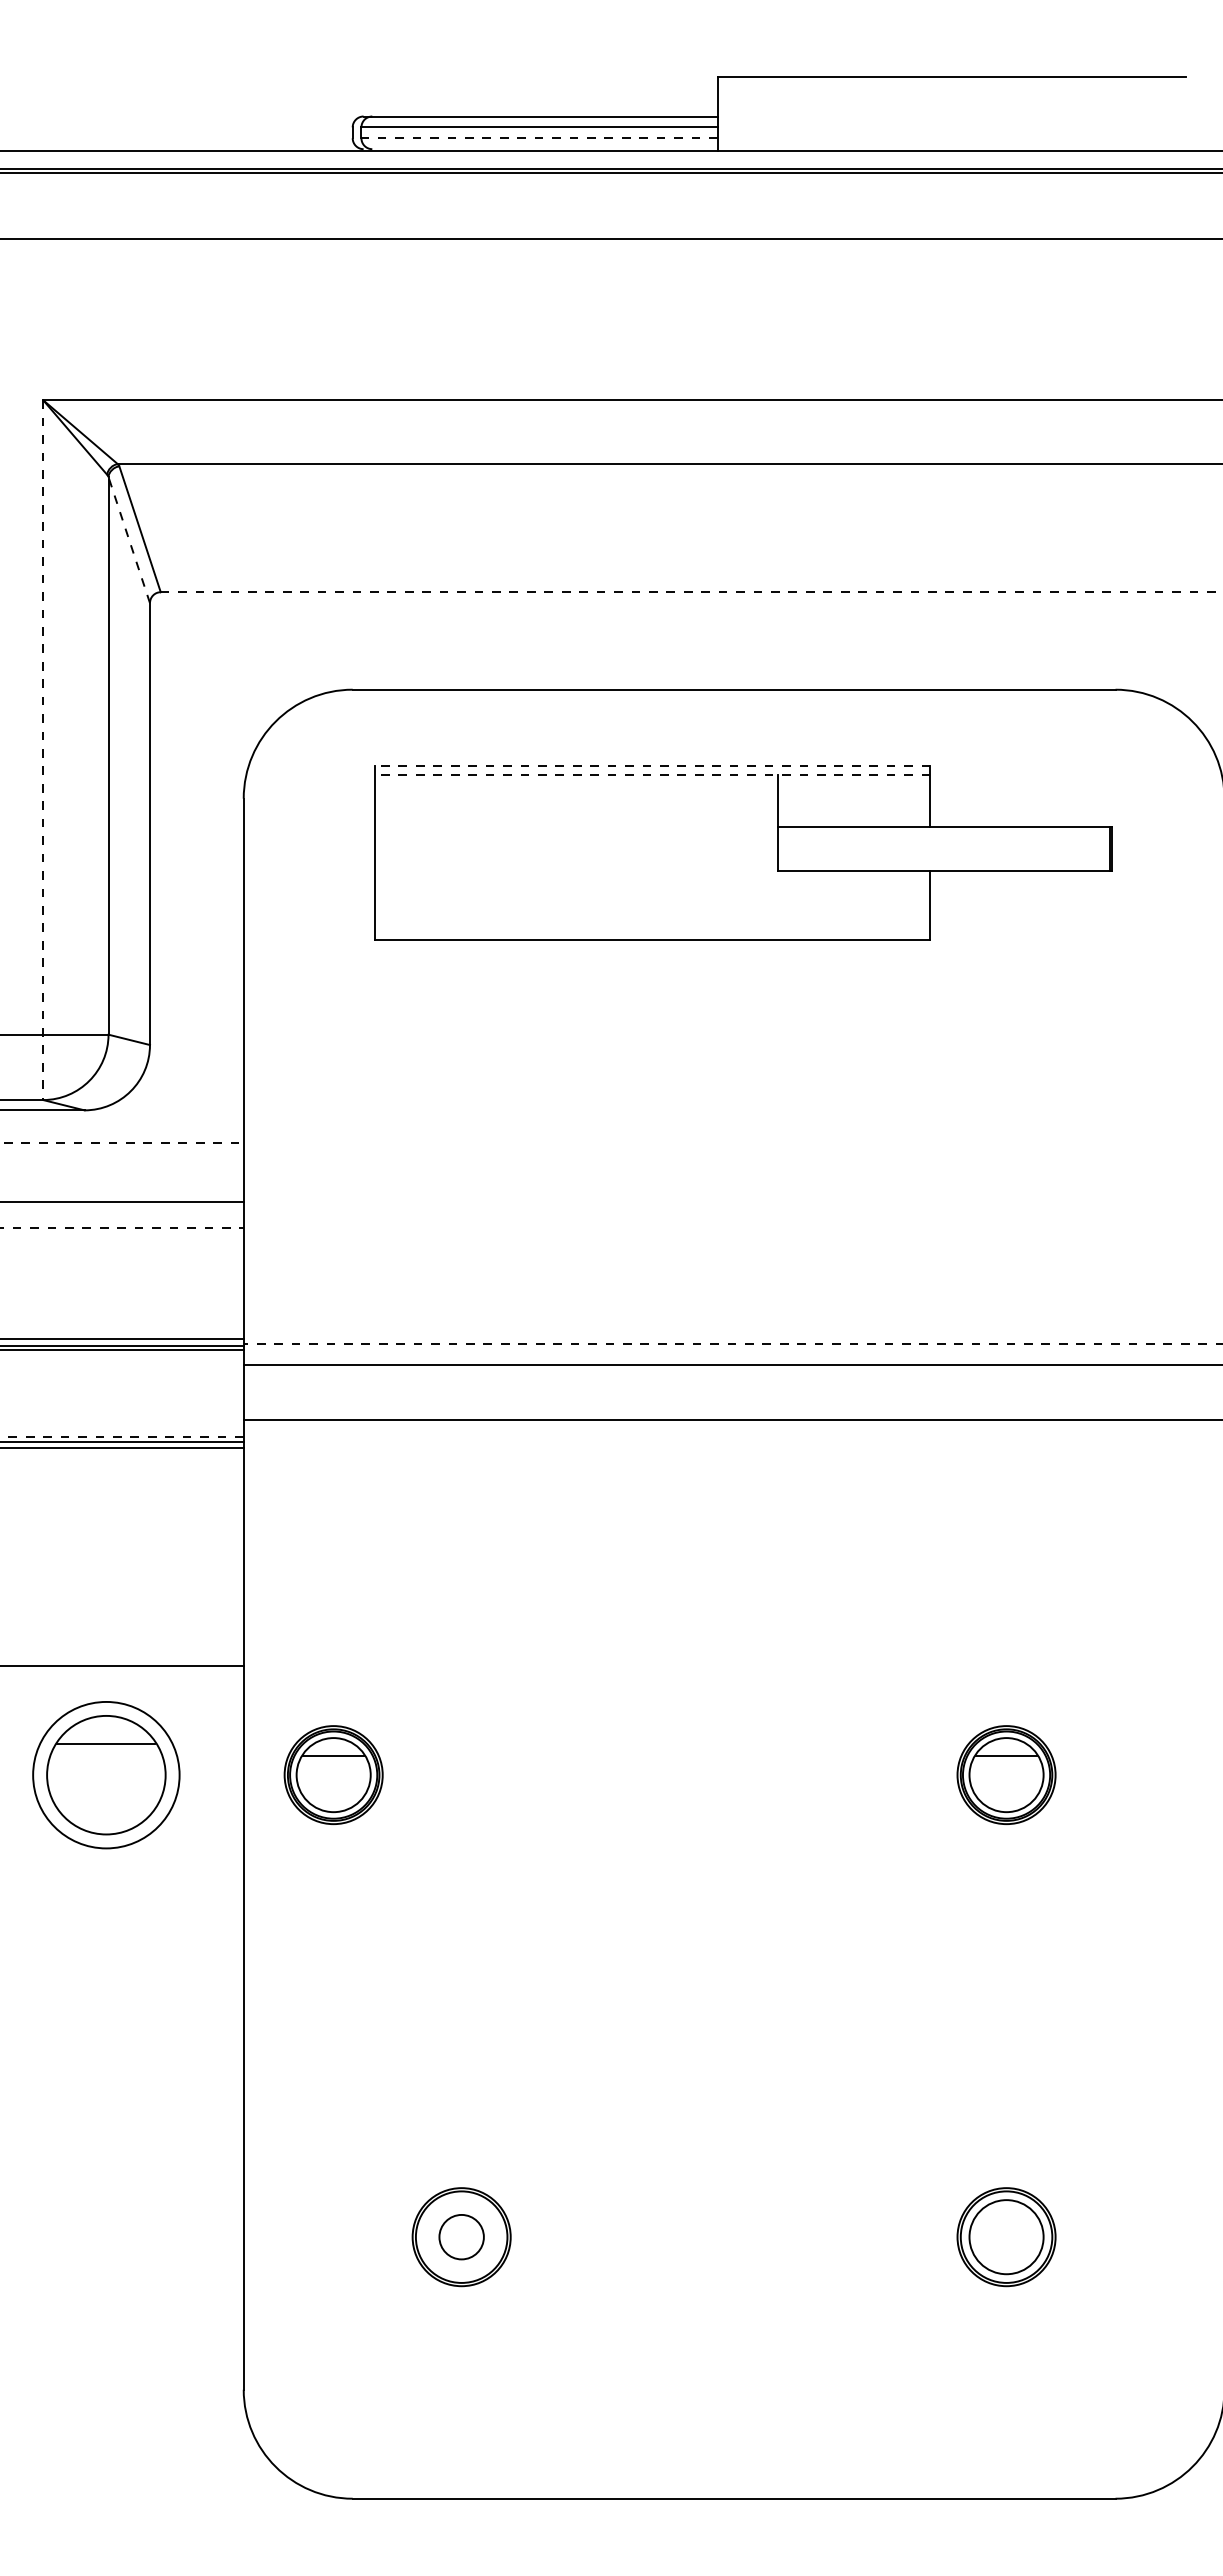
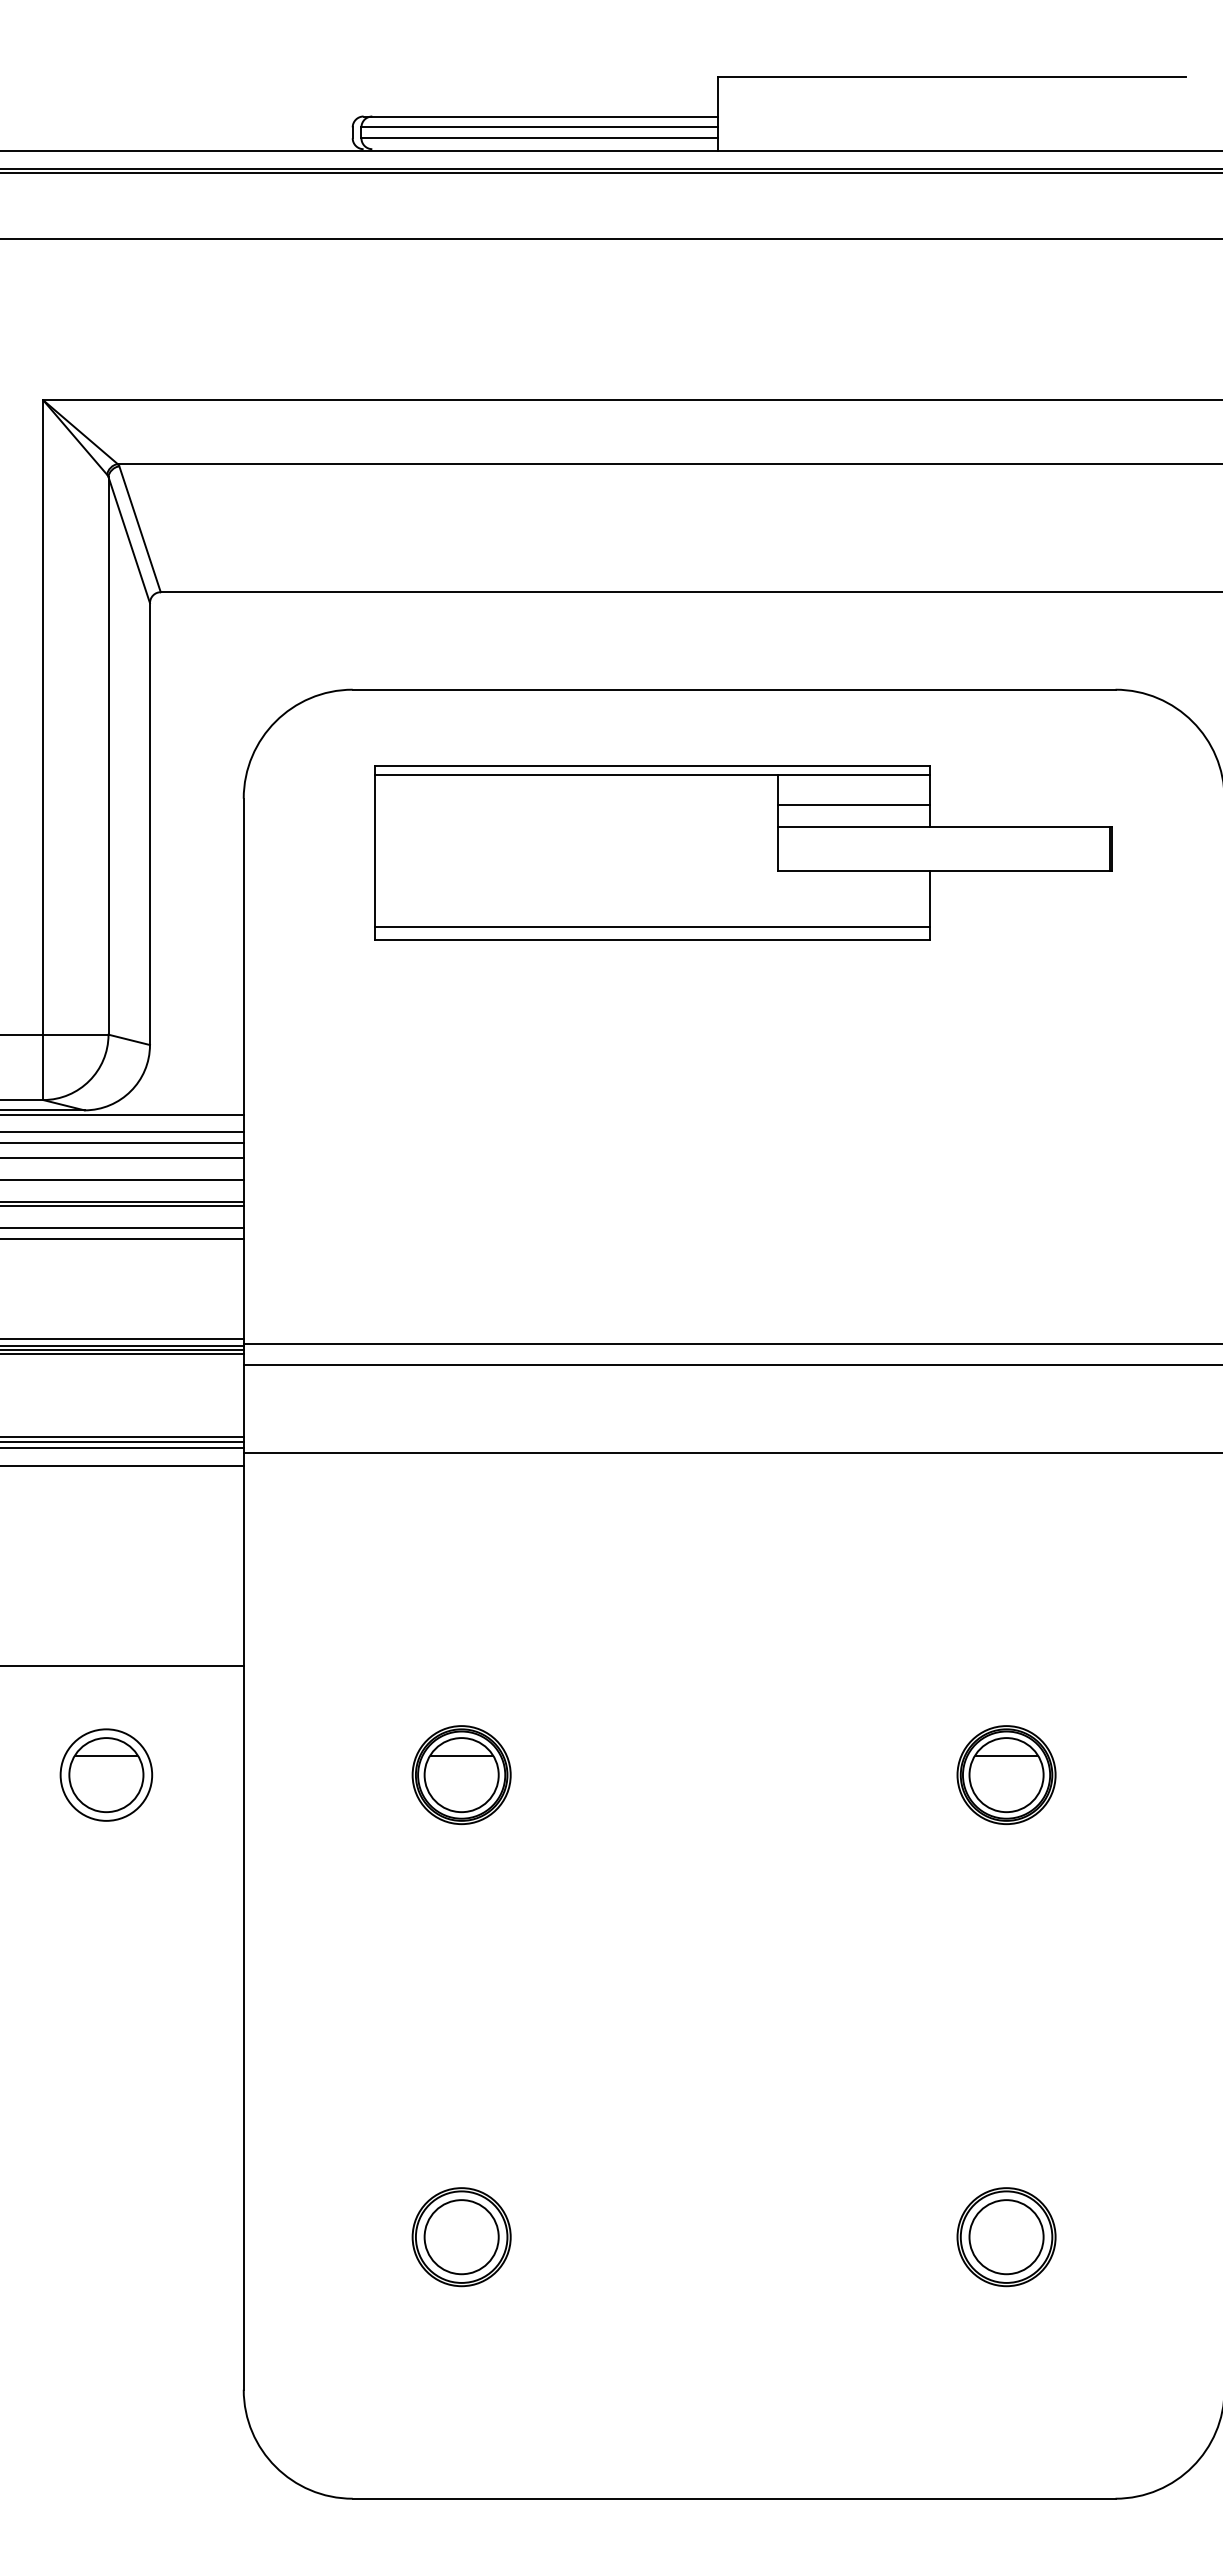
line at (539, 138): dashed -> solid
line at (129, 539): dashed -> solid
line at (691, 592): dashed -> solid
line at (43, 750): dashed -> solid
line at (652, 766): dashed -> solid
line at (652, 774): dashed -> solid
line at (853, 805): none -> present
line at (652, 927): none -> present
line at (122, 1114): none -> present
line at (122, 1132): none -> present
line at (122, 1143): dashed -> solid
line at (122, 1158): none -> present
line at (122, 1180): none -> present
line at (122, 1206): none -> present
line at (122, 1228): dashed -> solid
line at (122, 1238): none -> present
line at (732, 1343): dashed -> solid
line at (122, 1354): none -> present
line at (731, 1419) position: (731, 1419) -> (731, 1452)
line at (121, 1437): dashed -> solid
line at (122, 1465): none -> present
part at (333, 1774) position: (333, 1774) -> (461, 1774)
part at (106, 1775) size: 149x149 px -> 95x94 px
circle at (461, 2236) diameter: 44 px -> 74 px
